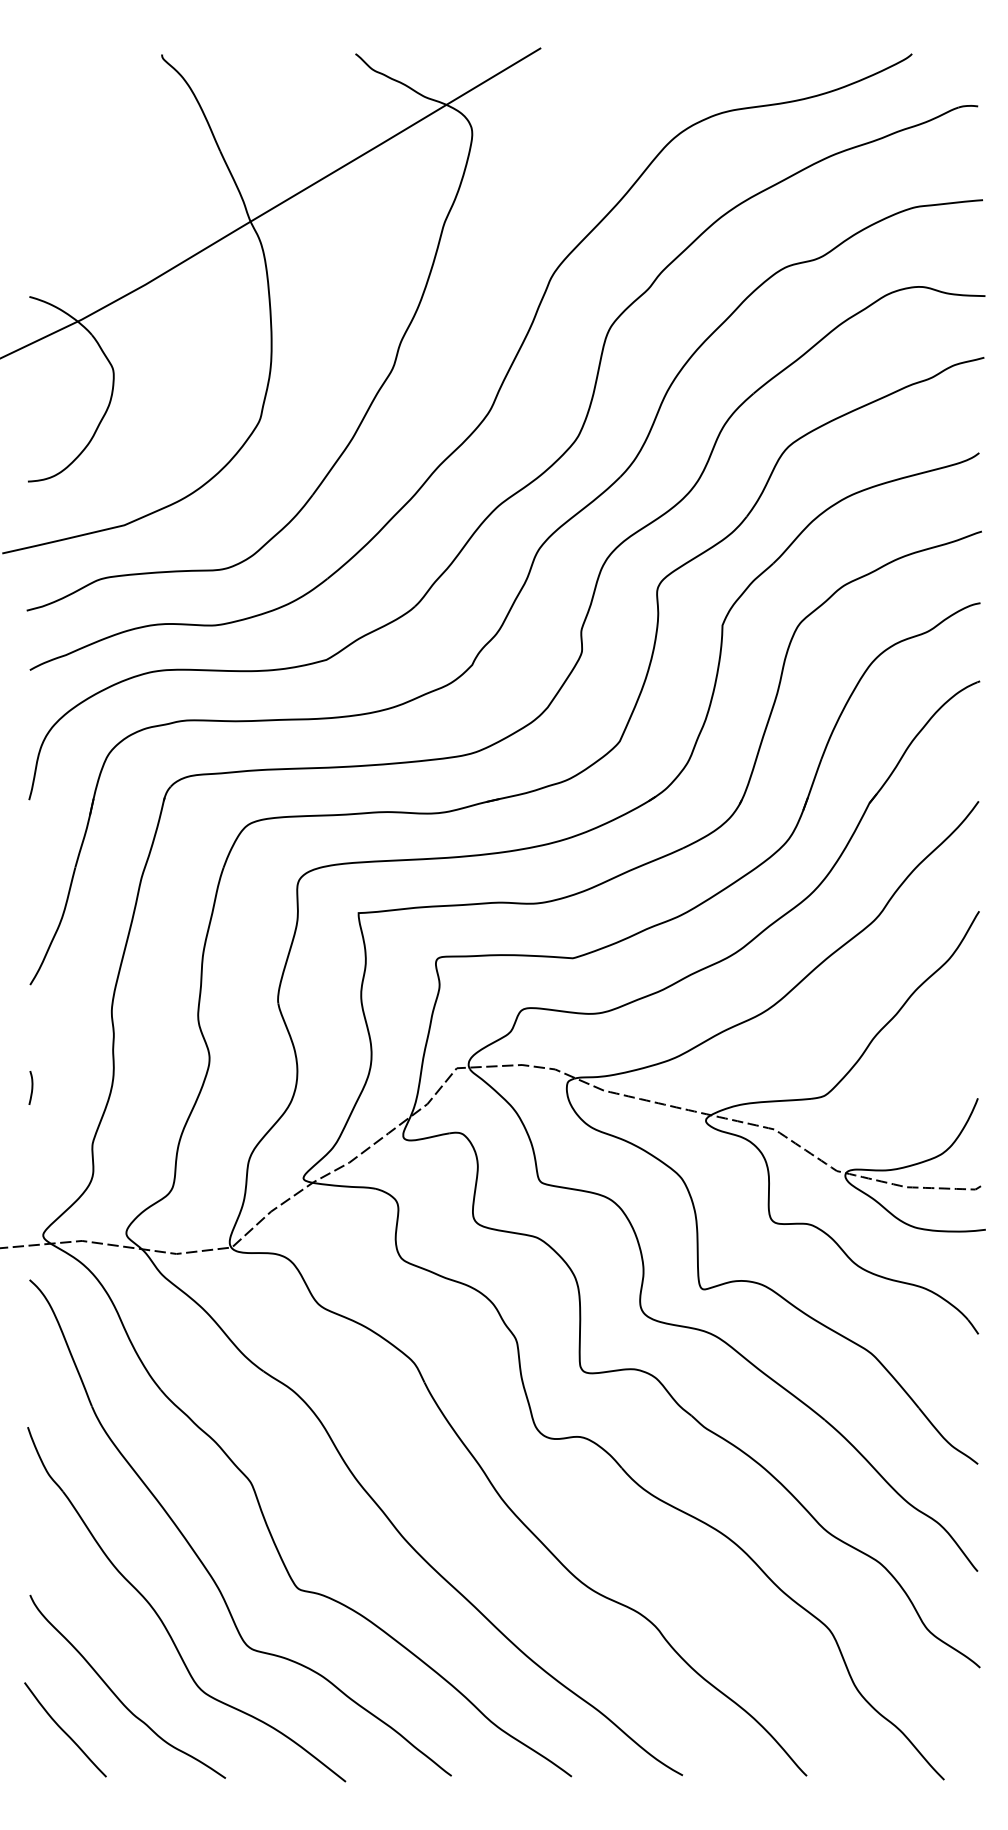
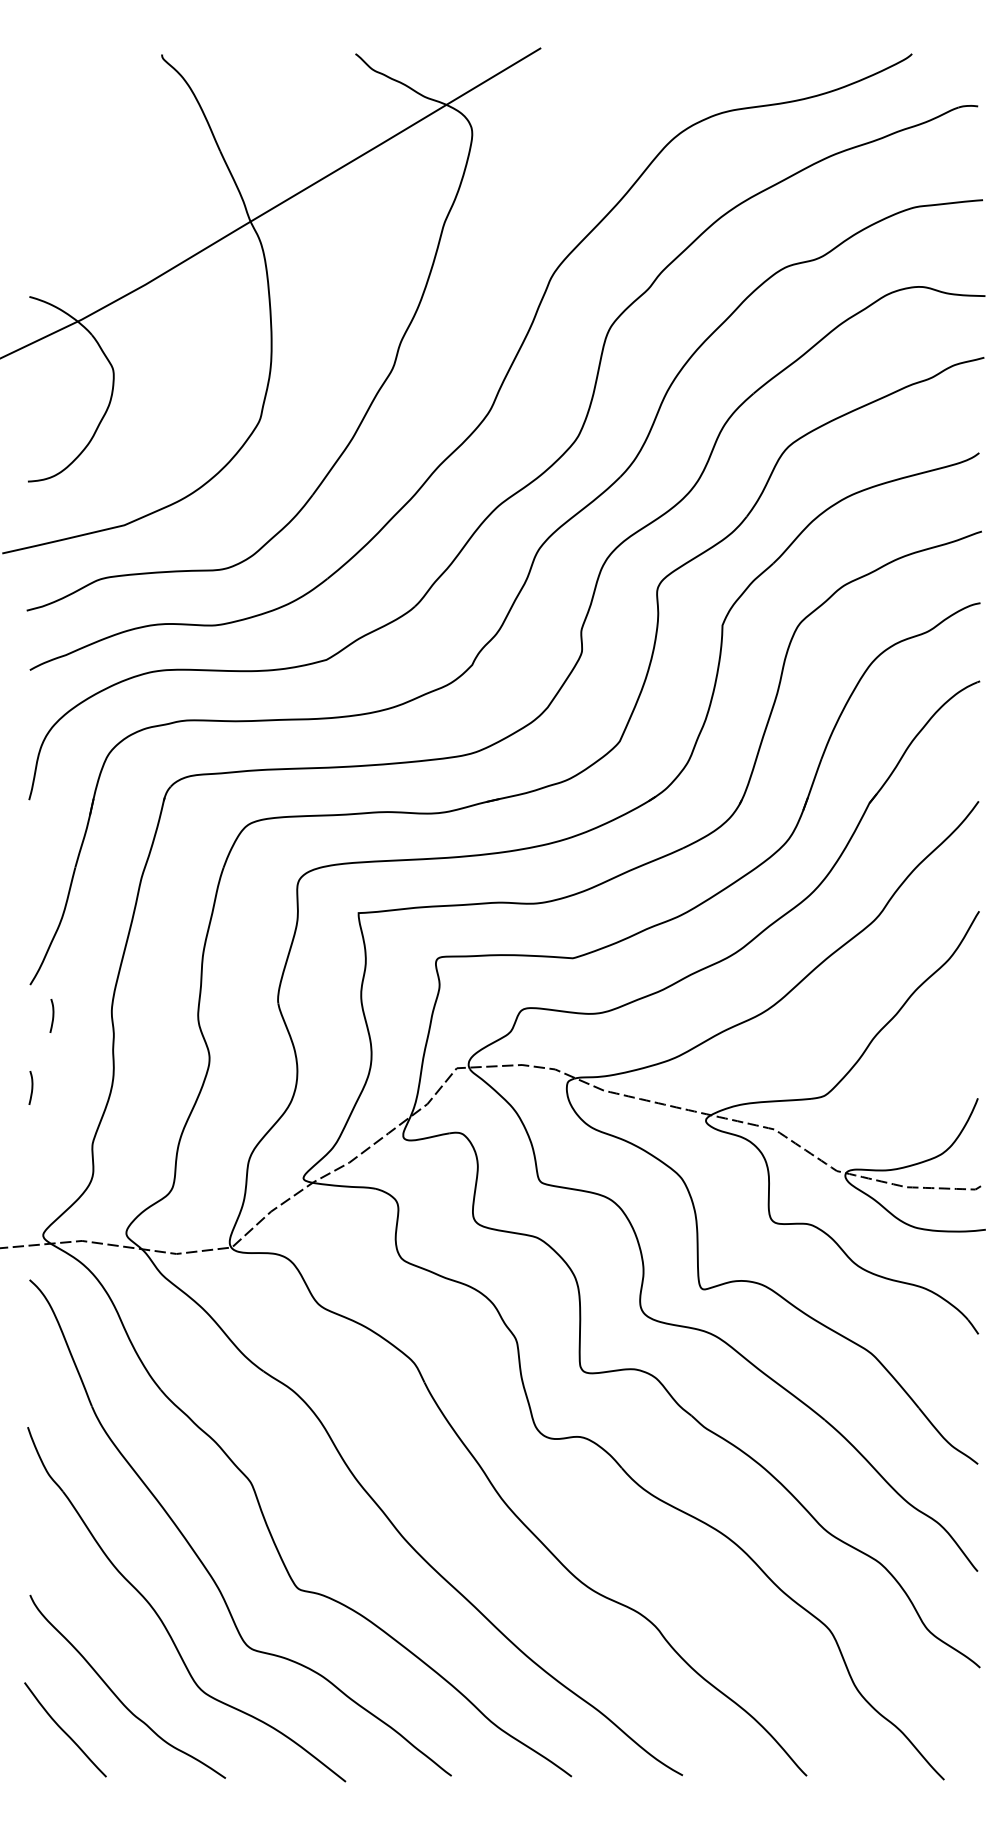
curve at (52, 1015): none -> present
